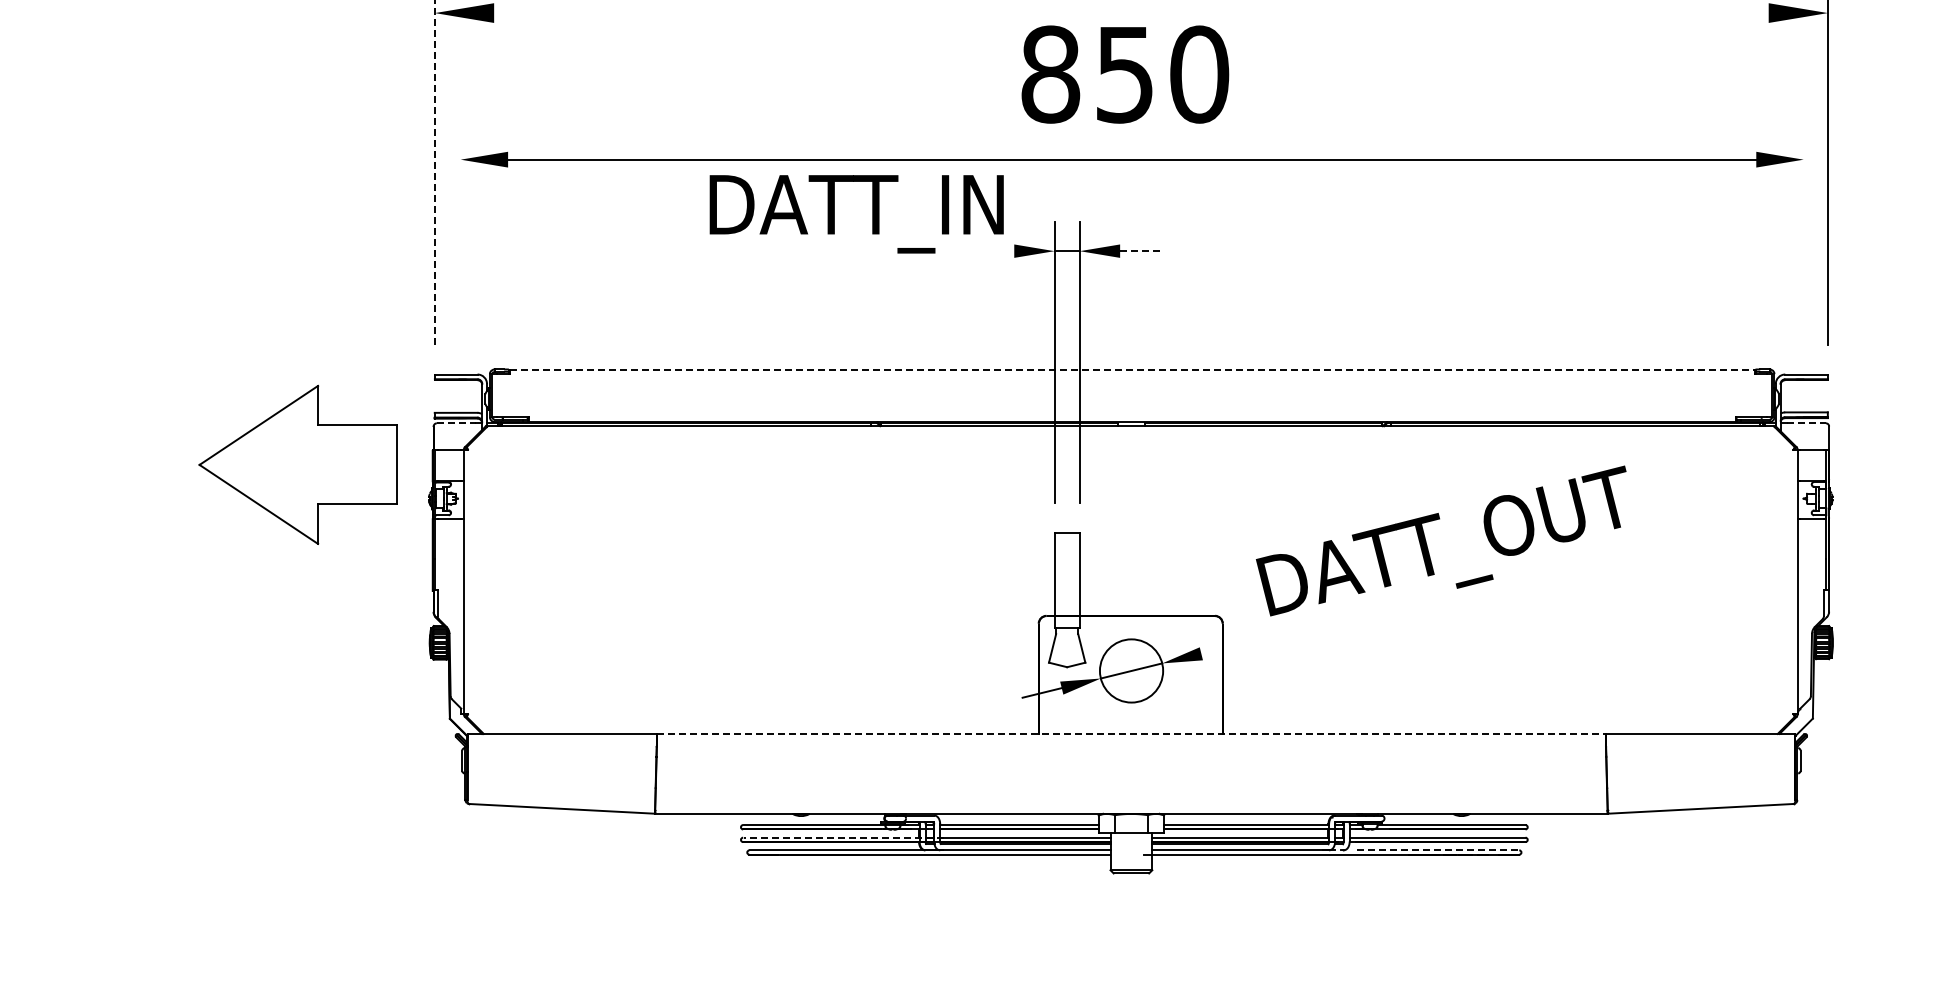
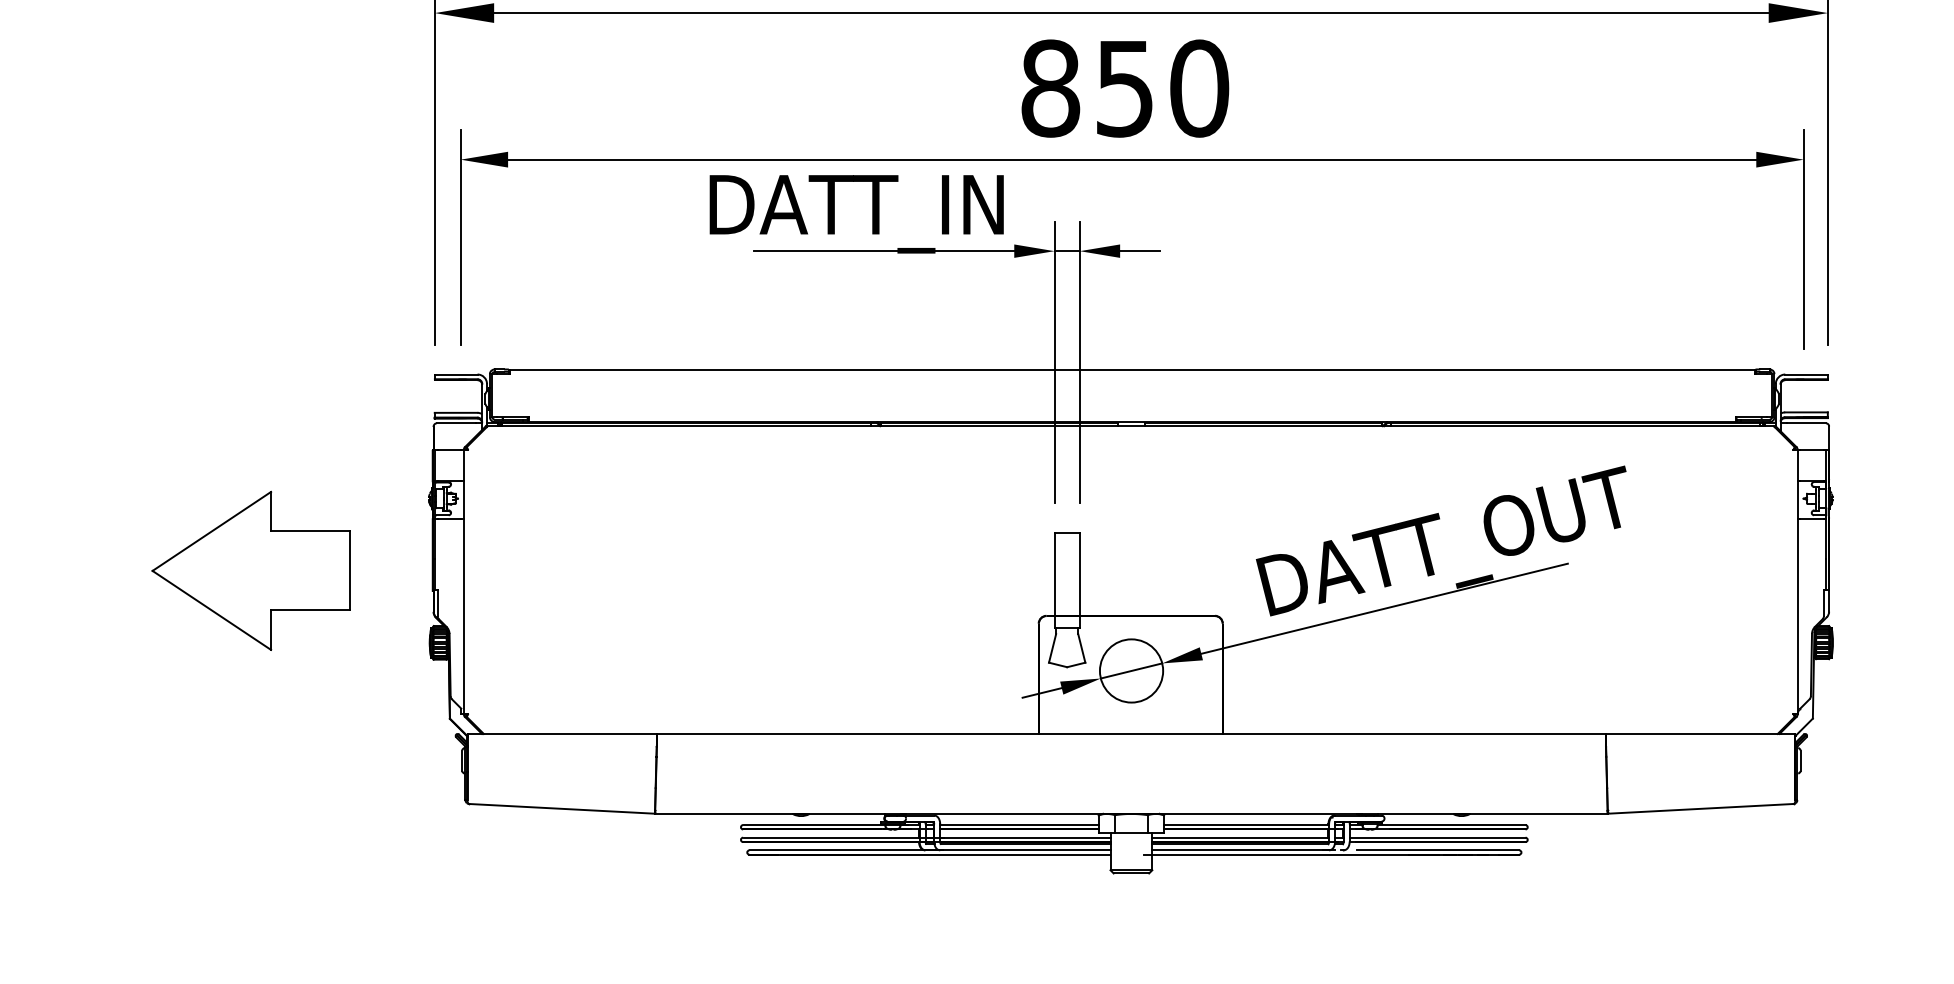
line at (1131, 13): none -> present
text at (1125, 74) position: (1125, 74) -> (1125, 88)
line at (434, 172): dashed -> solid
line at (460, 237): none -> present
line at (1803, 239): none -> present
line at (884, 251): none -> present
line at (1140, 251): dashed -> solid
line at (1132, 369): dashed -> solid
line at (456, 423): dashed -> solid
line at (1806, 423): dashed -> solid
part at (297, 464) position: (297, 464) -> (250, 570)
line at (1384, 608): none -> present
line at (1131, 733): dashed -> solid
line at (843, 837): dashed -> solid
line at (1438, 850): dashed -> solid
